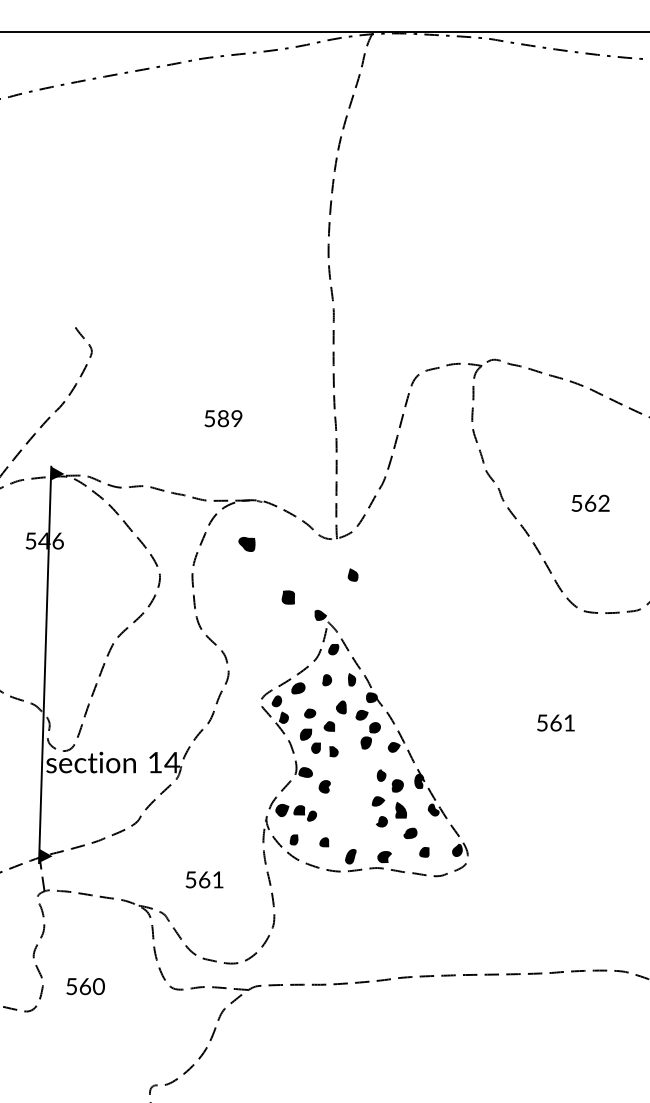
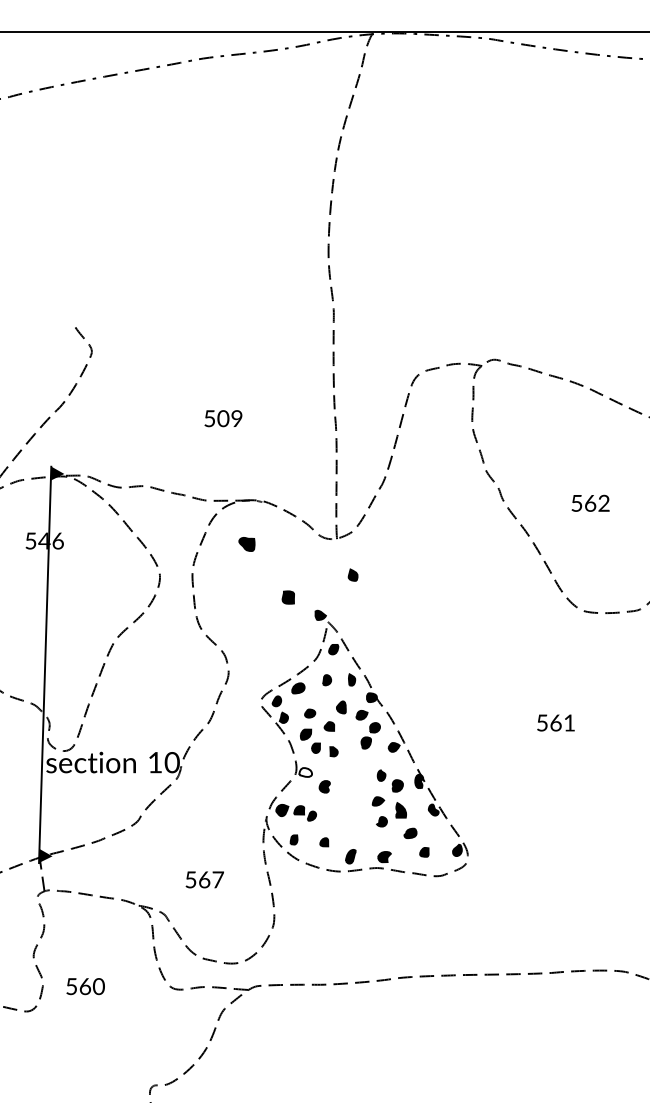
text at (223, 418): 589 -> 509
text at (171, 762): 14 -> 10
fill at (305, 772): present -> none
text at (217, 879): 561 -> 567
